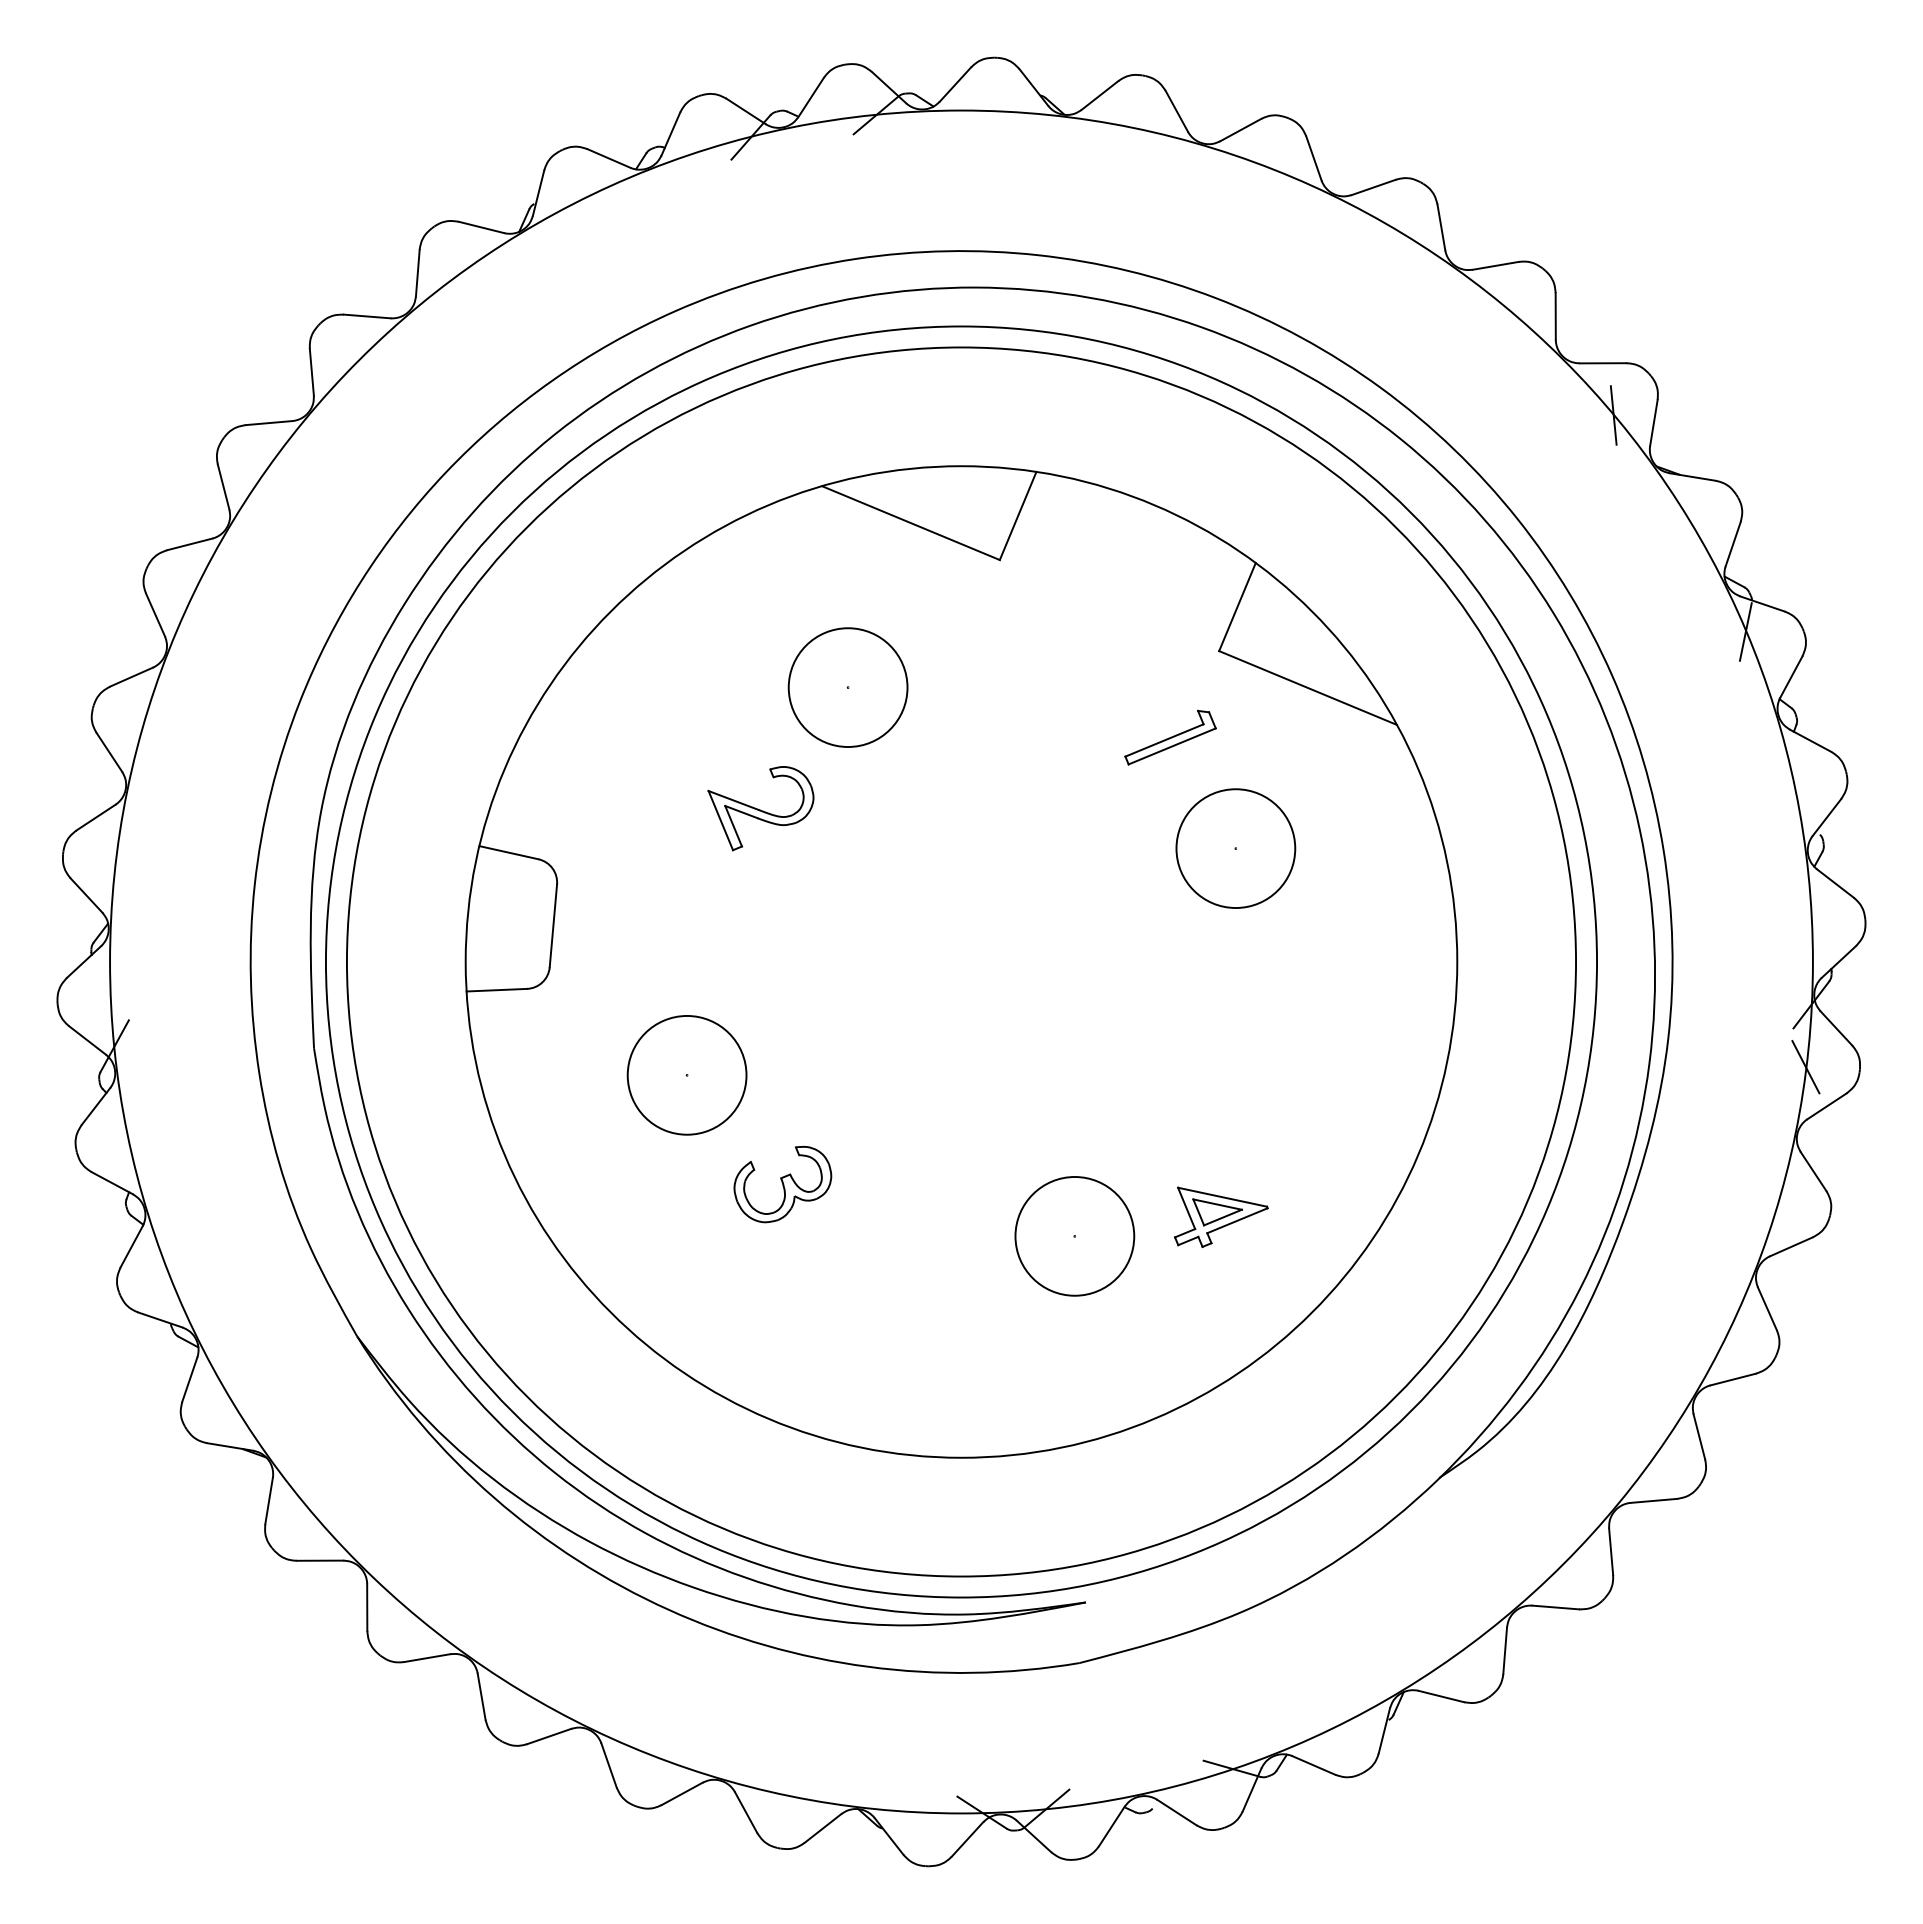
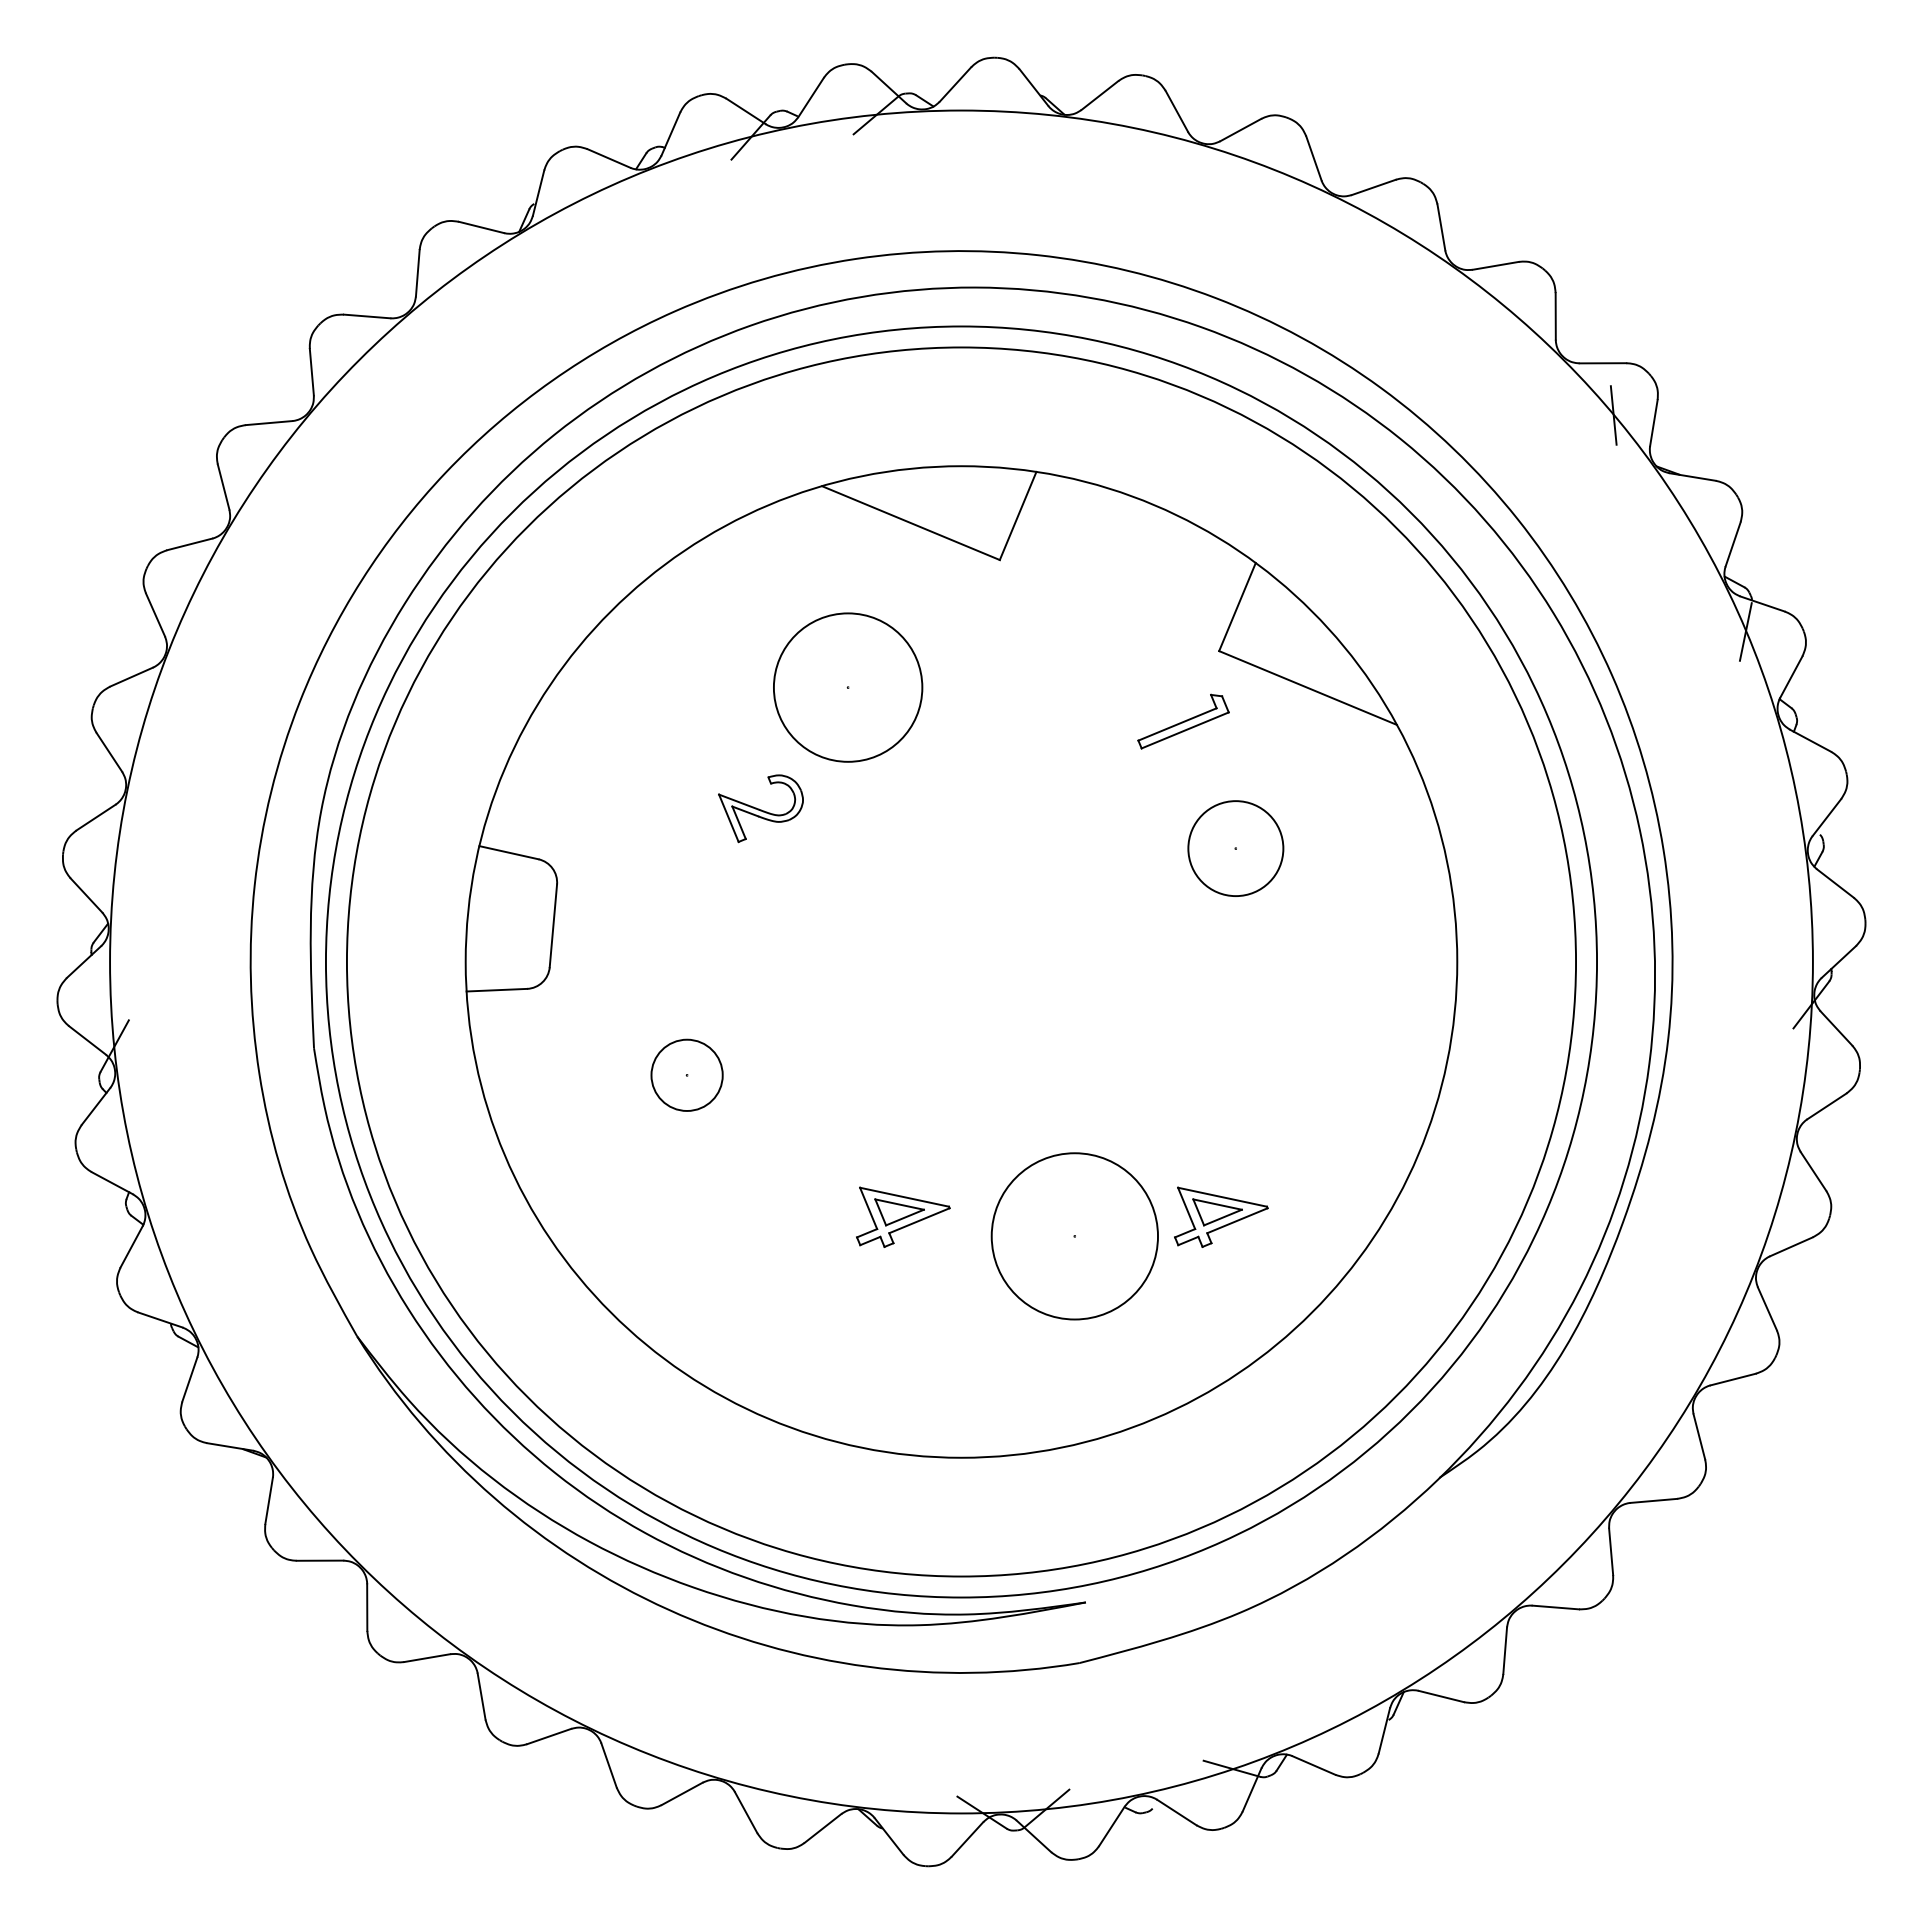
circle at (847, 687) diameter: 119 px -> 148 px
part at (1170, 737) position: (1170, 737) -> (1183, 721)
part at (760, 808) size: 108x86 px -> 86x70 px
circle at (1235, 848) diameter: 119 px -> 95 px
line at (1805, 1067): present -> none
circle at (686, 1074) diameter: 119 px -> 71 px
part at (782, 1184): present -> none
part at (903, 1216): none -> present
circle at (1074, 1236) diameter: 119 px -> 166 px
